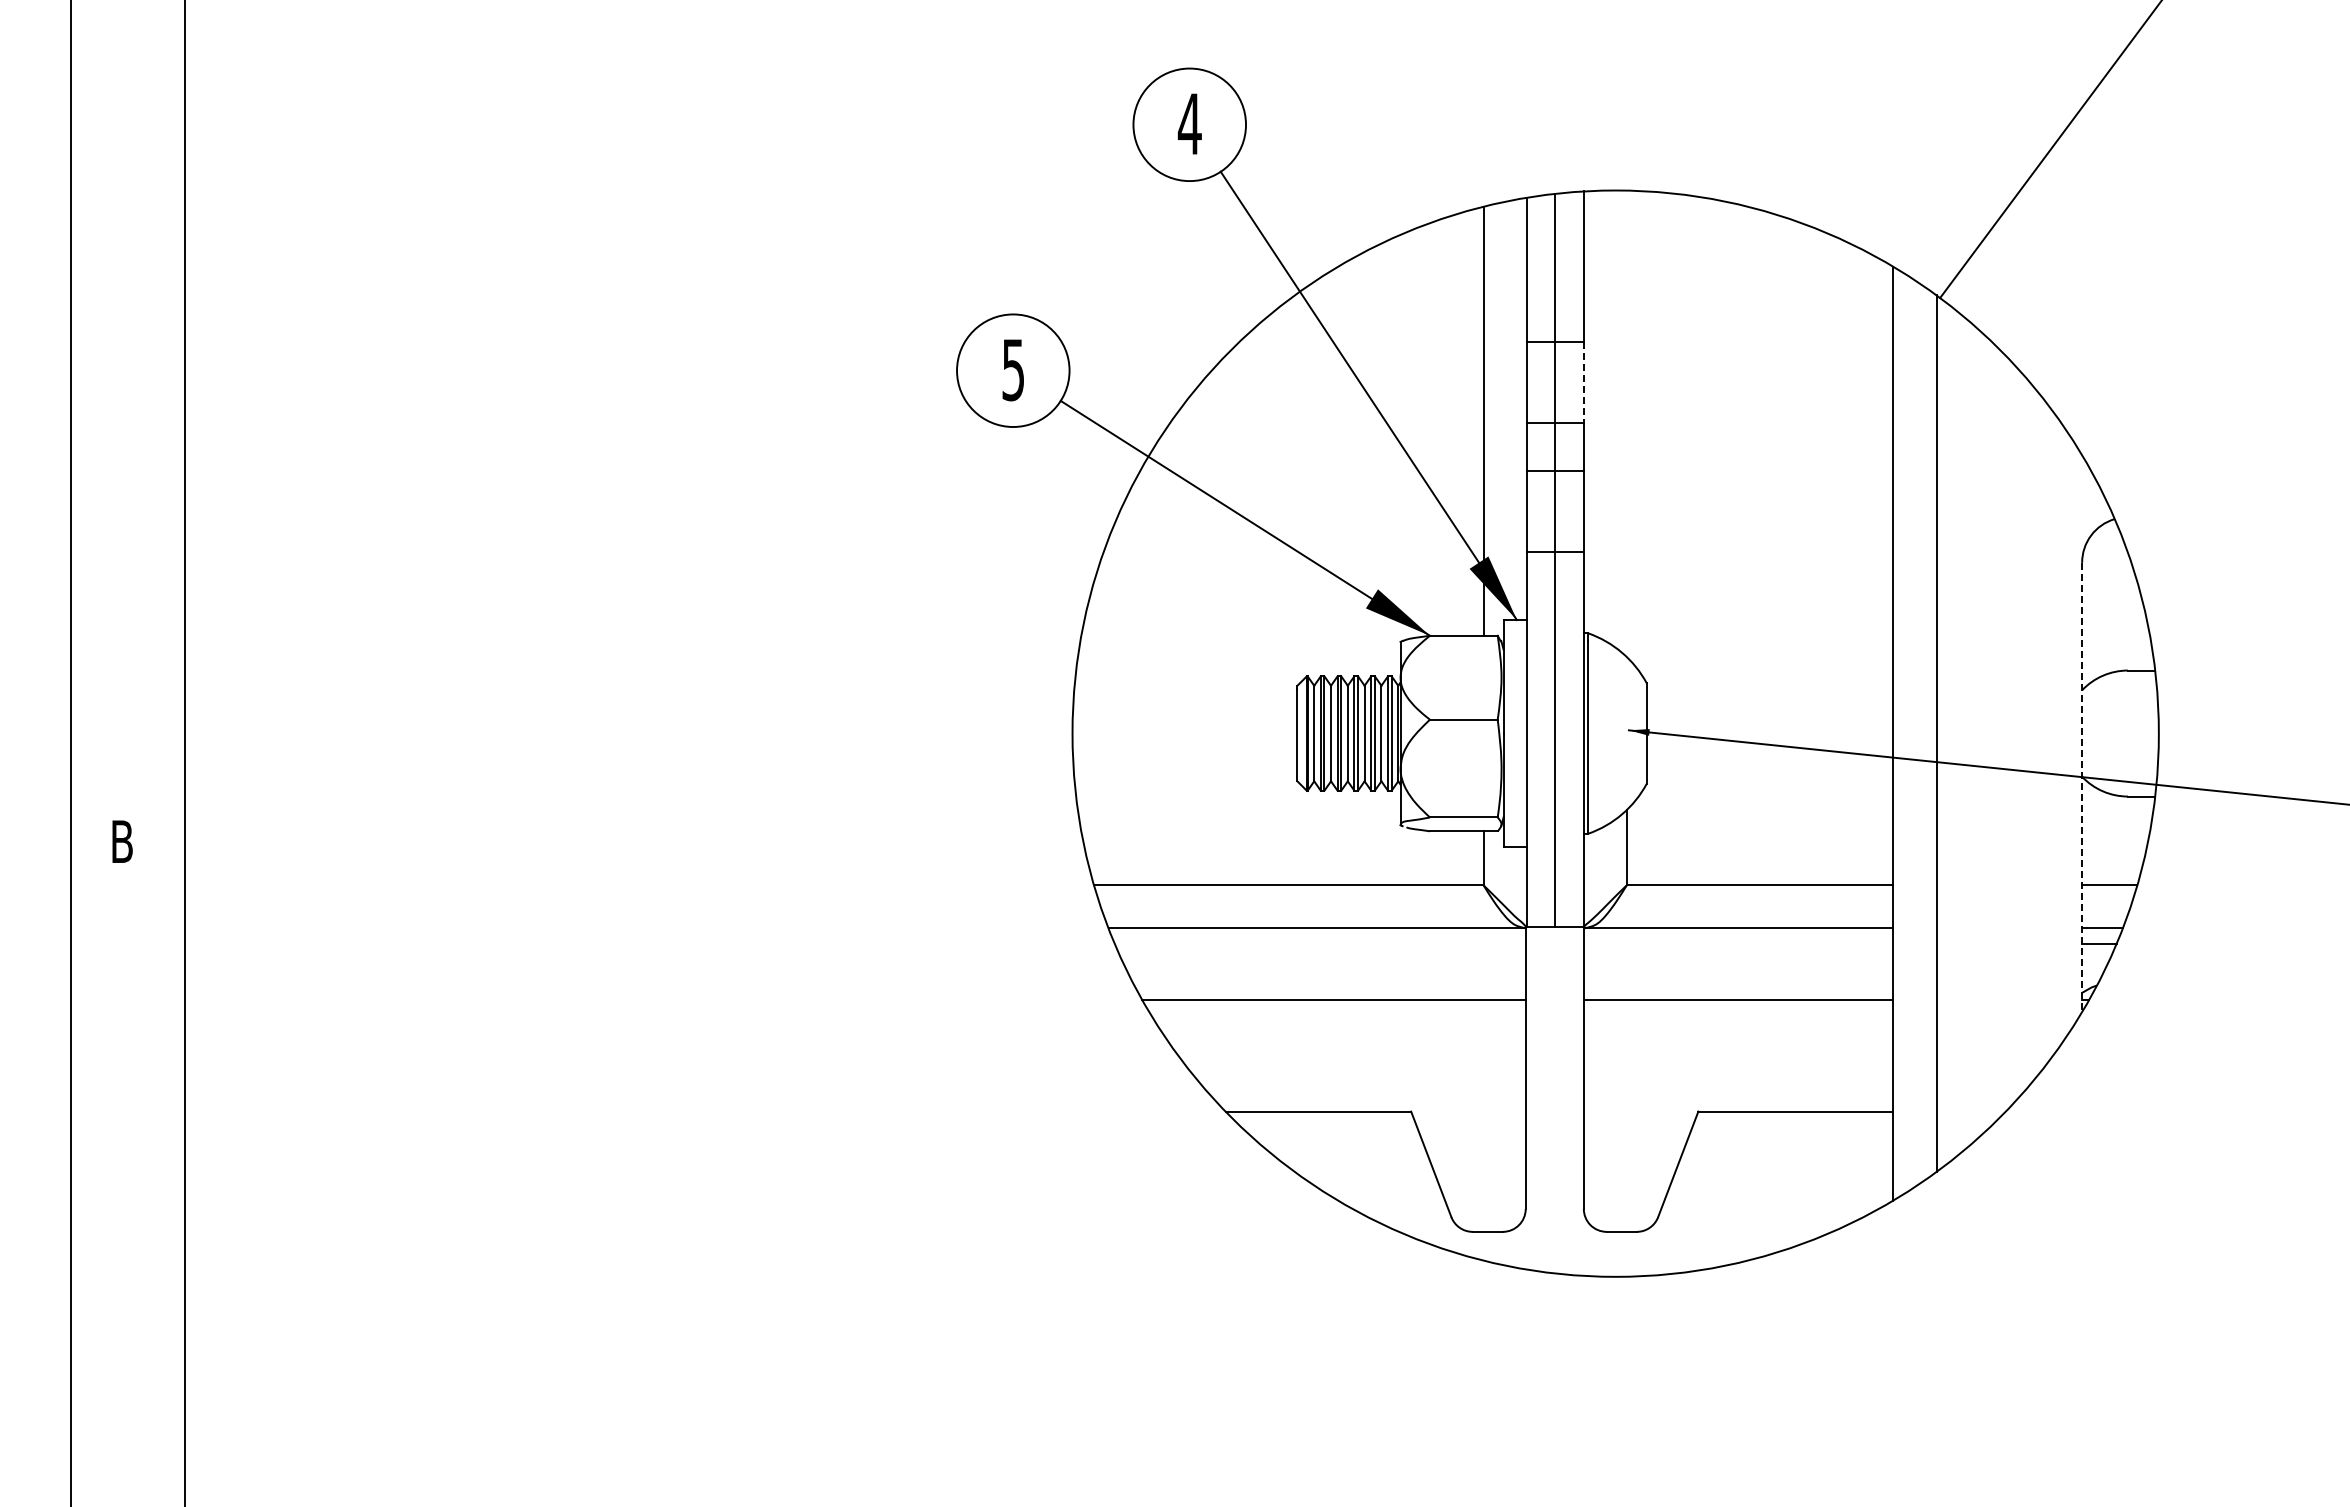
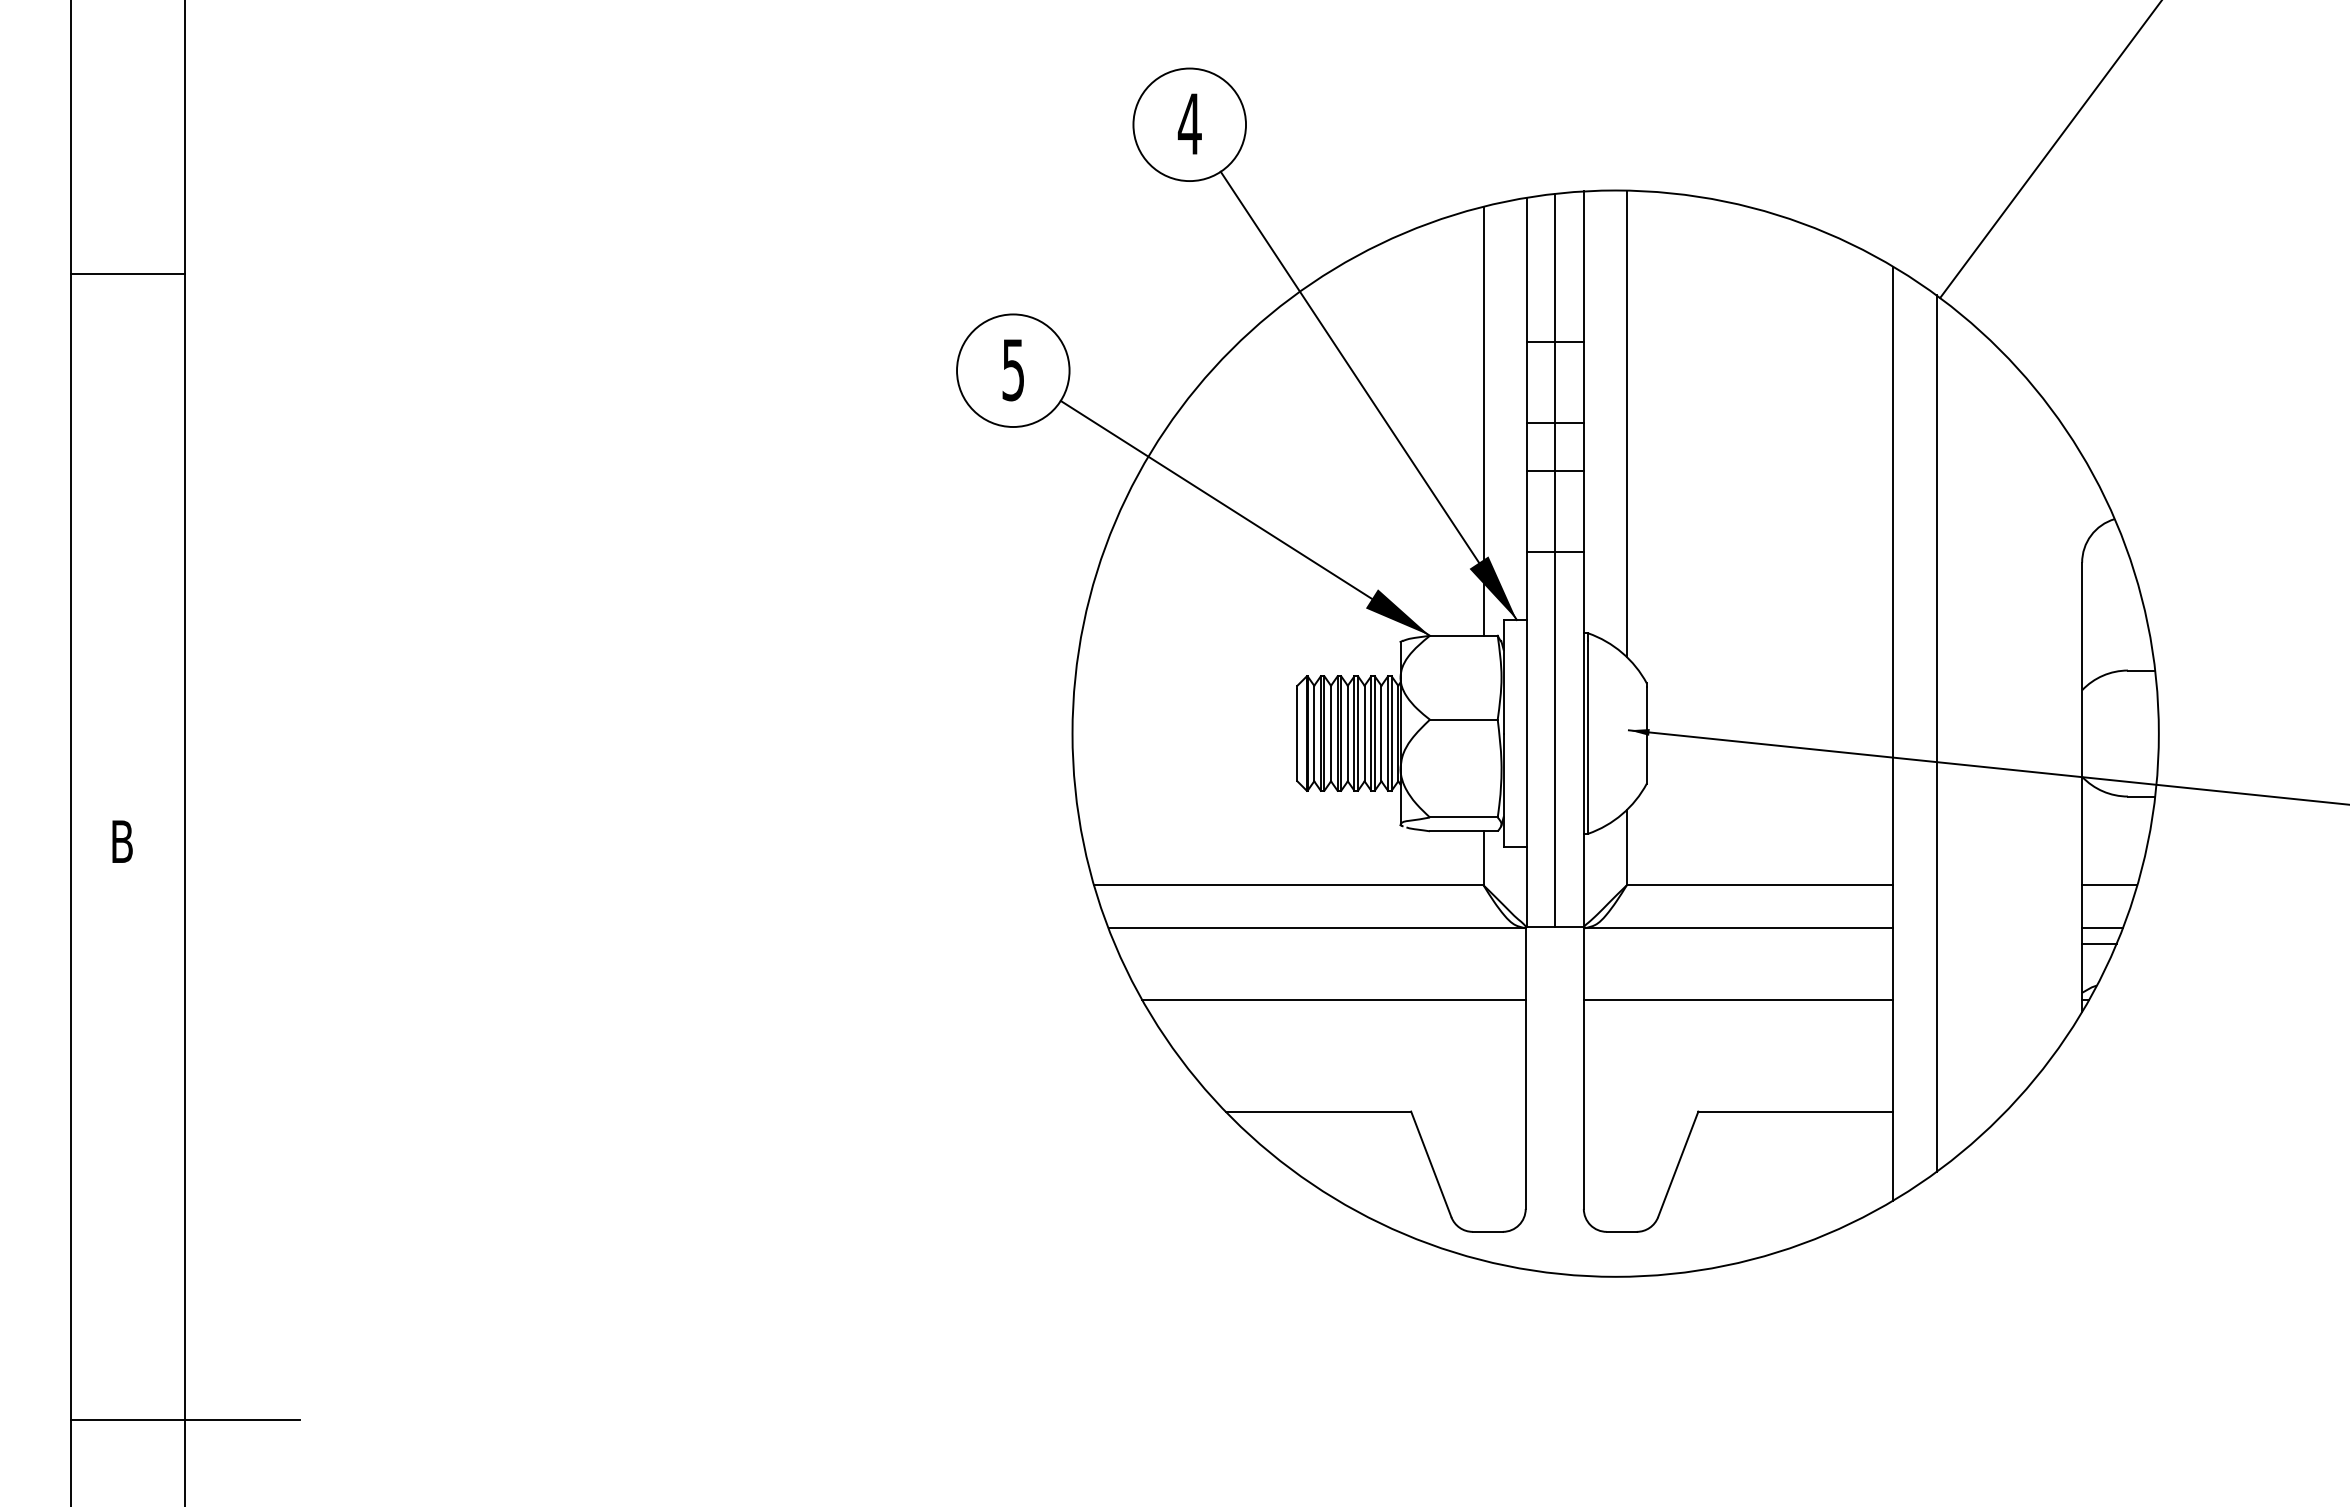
line at (127, 274): none -> present
line at (1583, 382): dashed -> solid
line at (1626, 423): none -> present
line at (2082, 787): dashed -> solid
line at (184, 1420): none -> present
